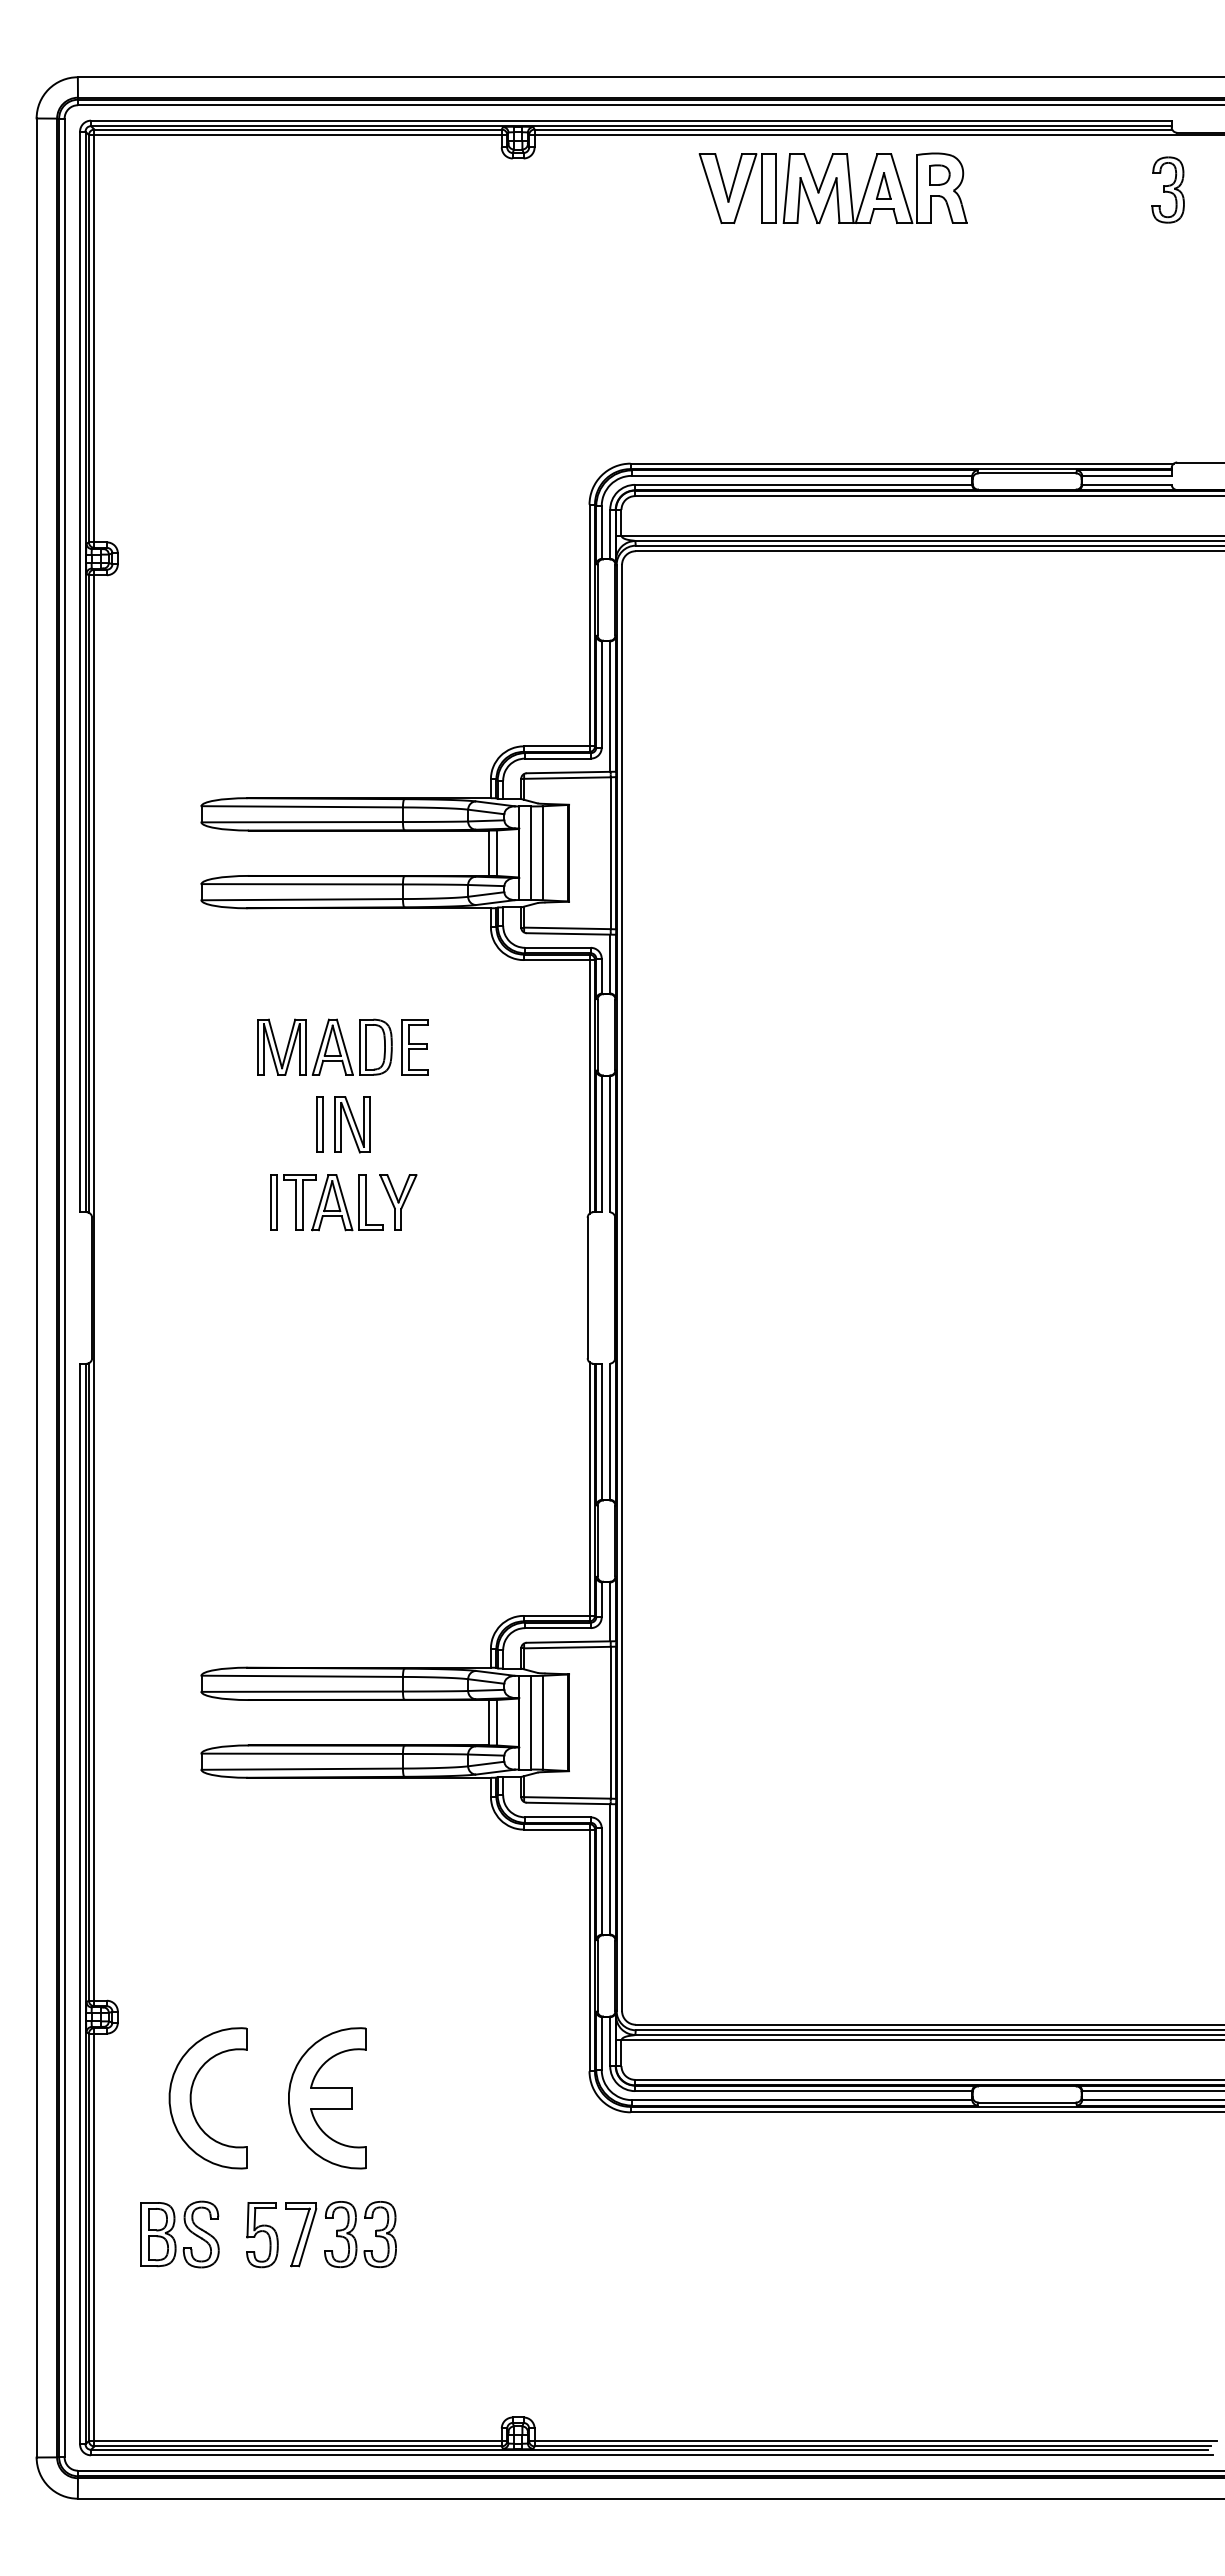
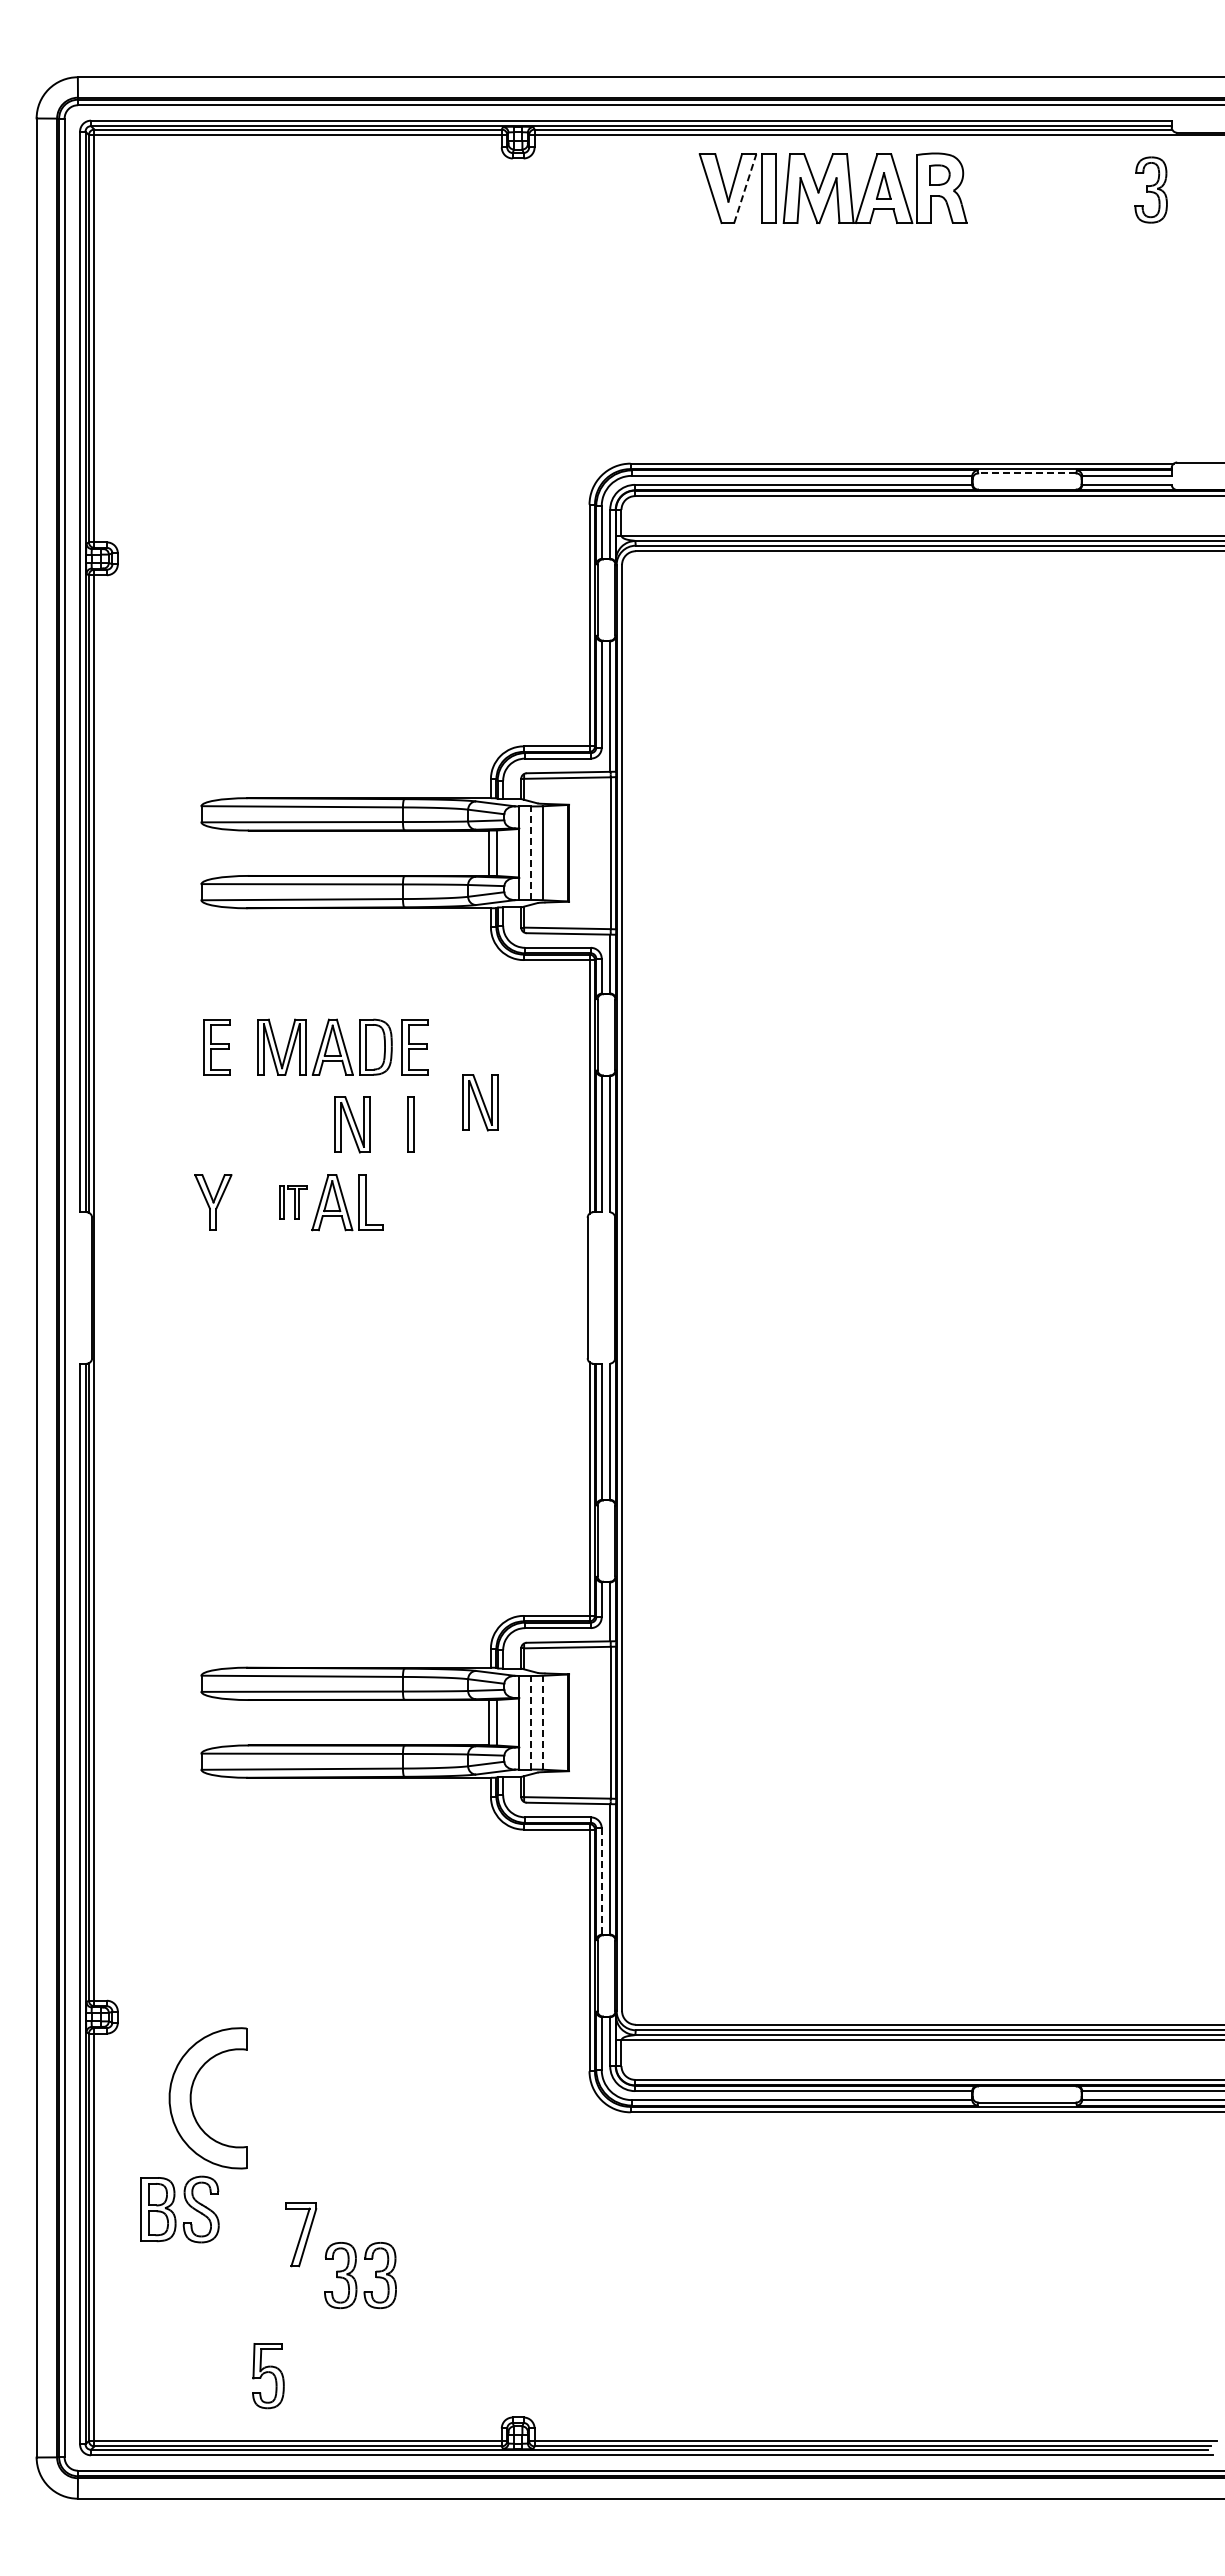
line at (745, 188): solid -> dashed
part at (1167, 189) position: (1167, 189) -> (1150, 189)
line at (1026, 473): solid -> dashed
line at (531, 853): solid -> dashed
part at (216, 1047): none -> present
part at (480, 1102): none -> present
part at (319, 1124) position: (319, 1124) -> (410, 1124)
part at (293, 1202) size: 47x57 px -> 29x35 px
part at (398, 1202) position: (398, 1202) -> (213, 1202)
line at (531, 1722): solid -> dashed
line at (542, 1722): solid -> dashed
line at (601, 1881): solid -> dashed
part at (327, 2098): present -> none
part at (360, 2234) position: (360, 2234) -> (360, 2275)
part at (262, 2235) position: (262, 2235) -> (268, 2376)
part at (173, 2236) position: (173, 2236) -> (173, 2211)
